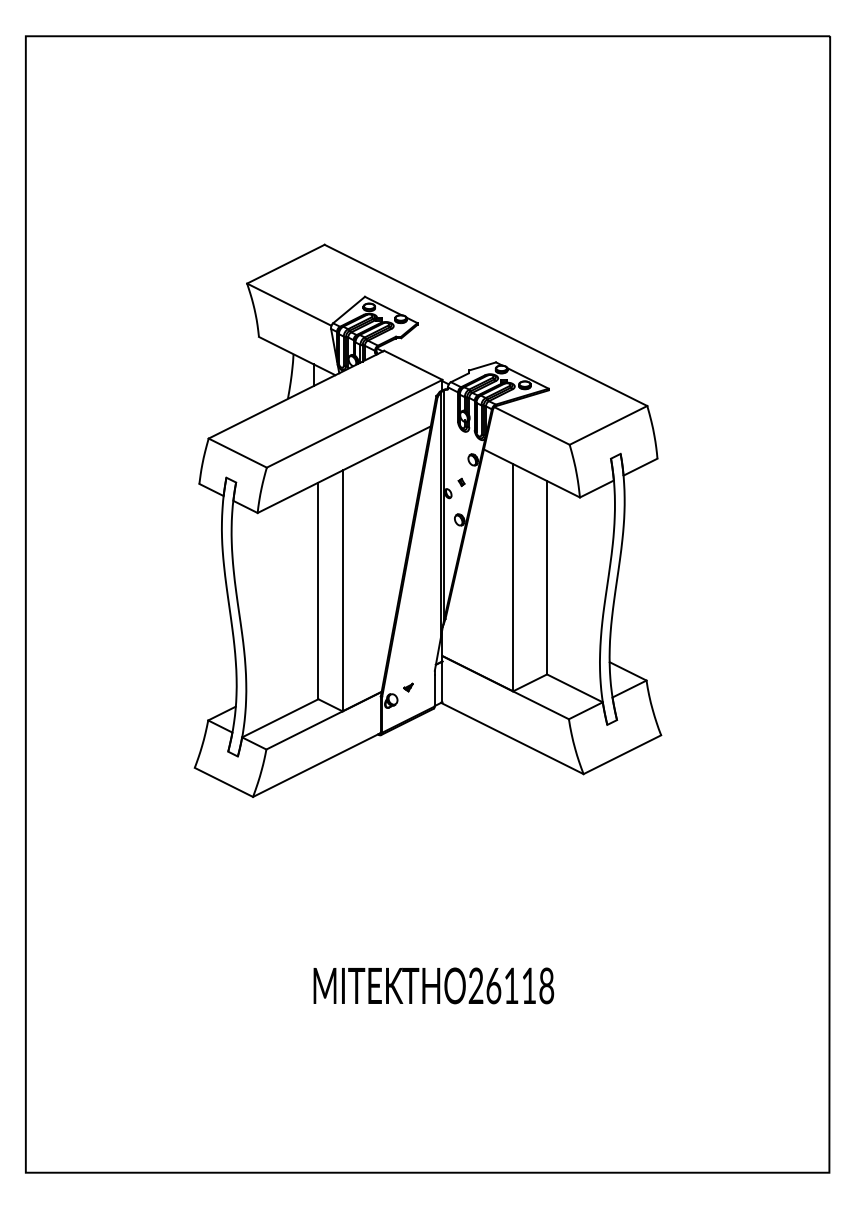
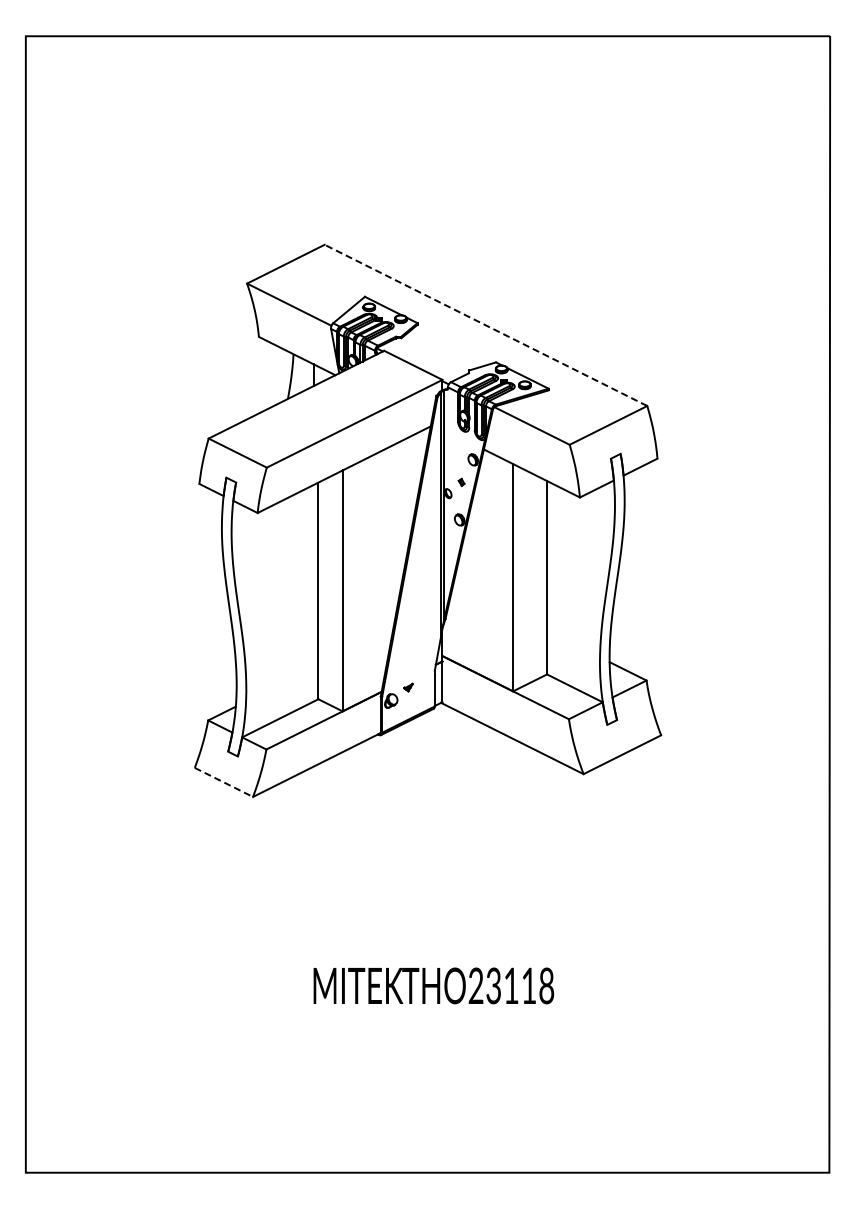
line at (485, 325): solid -> dashed
line at (223, 782): solid -> dashed
text at (493, 985): THO26118 -> THO23118
